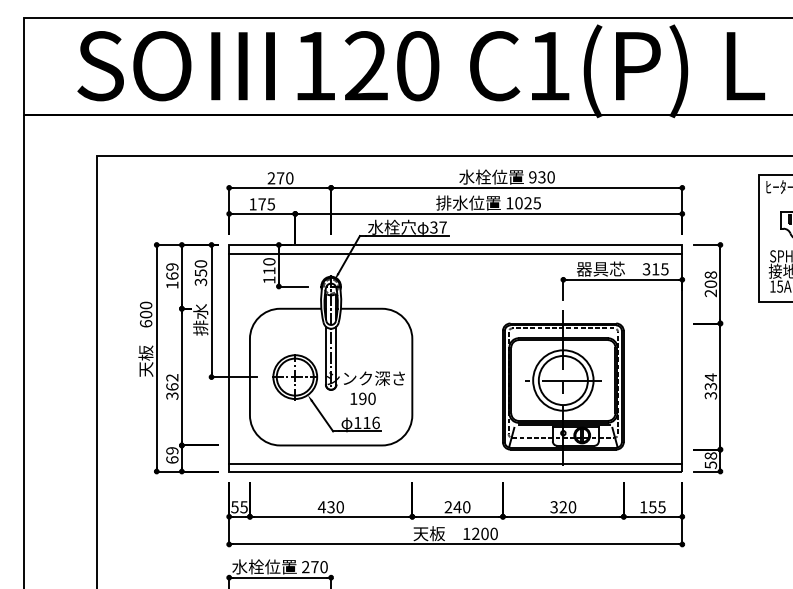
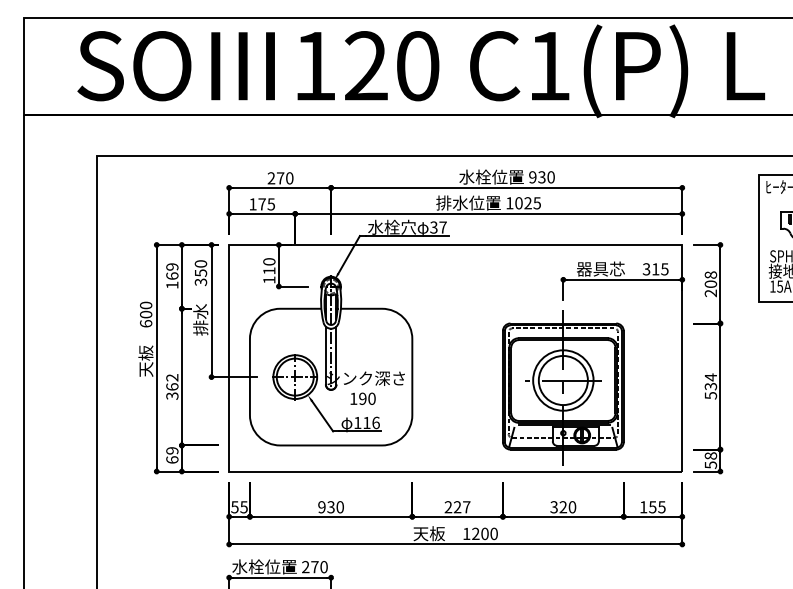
line at (455, 254): present -> none
text at (710, 395): 334 -> 534
line at (455, 463): present -> none
text at (321, 507): 430 -> 930
text at (461, 507): 240 -> 227
